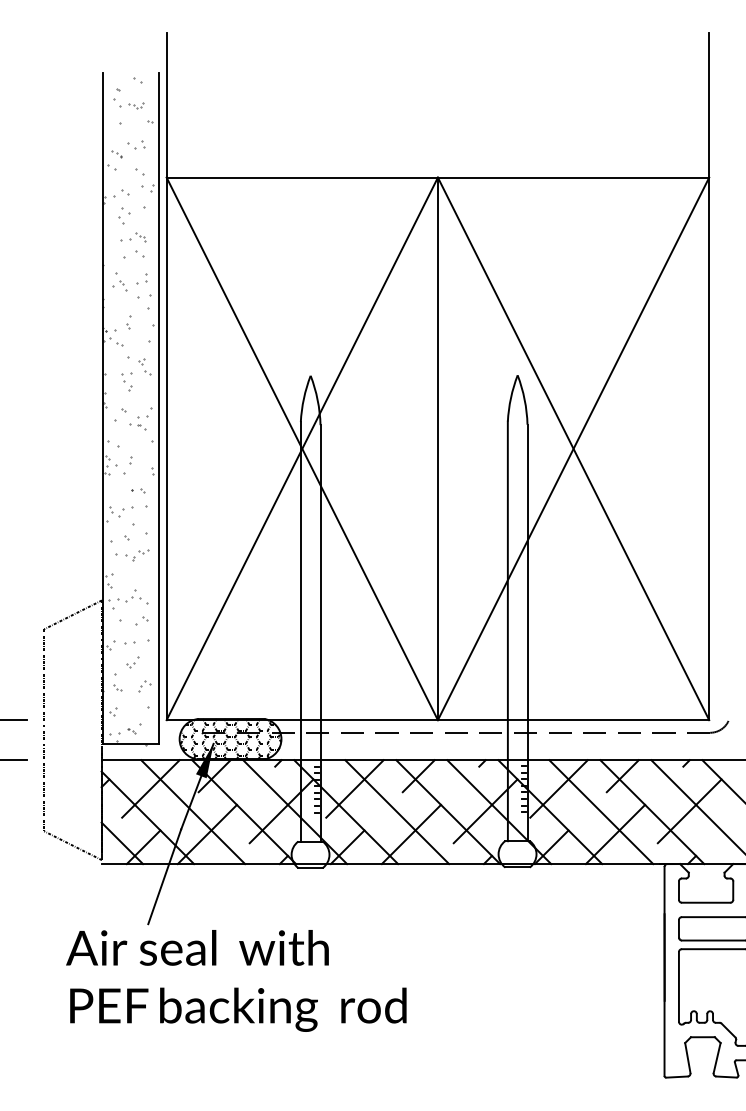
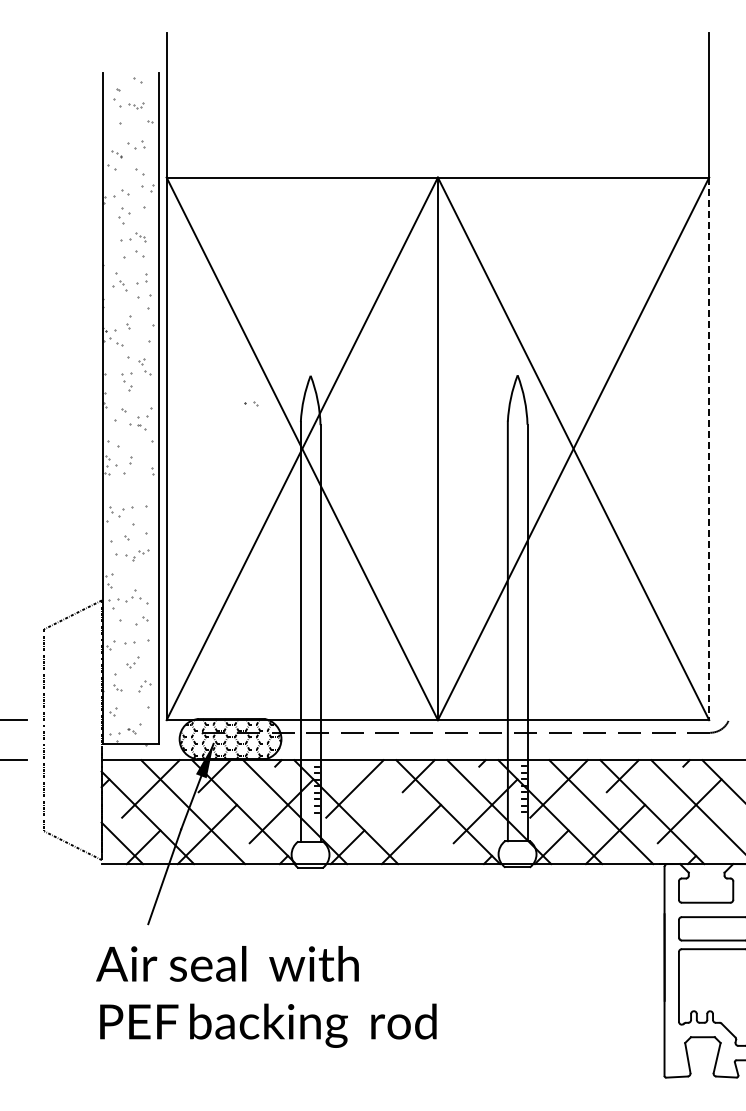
line at (709, 449): solid -> dashed
part at (138, 490) position: (138, 490) -> (251, 403)
line at (397, 812): present -> none
text at (236, 980) position: (236, 980) -> (266, 996)
